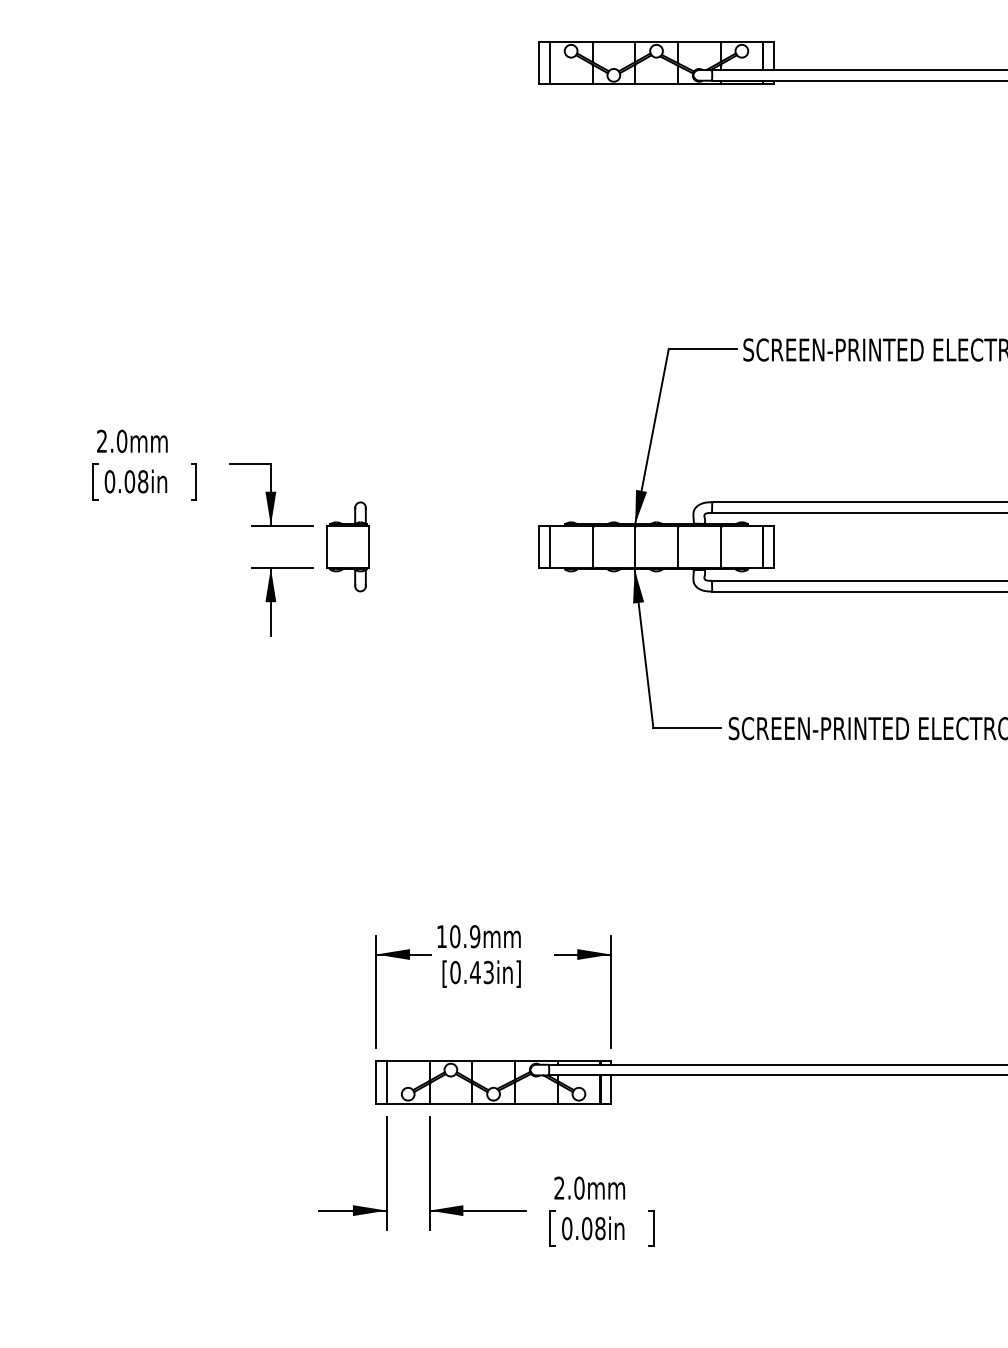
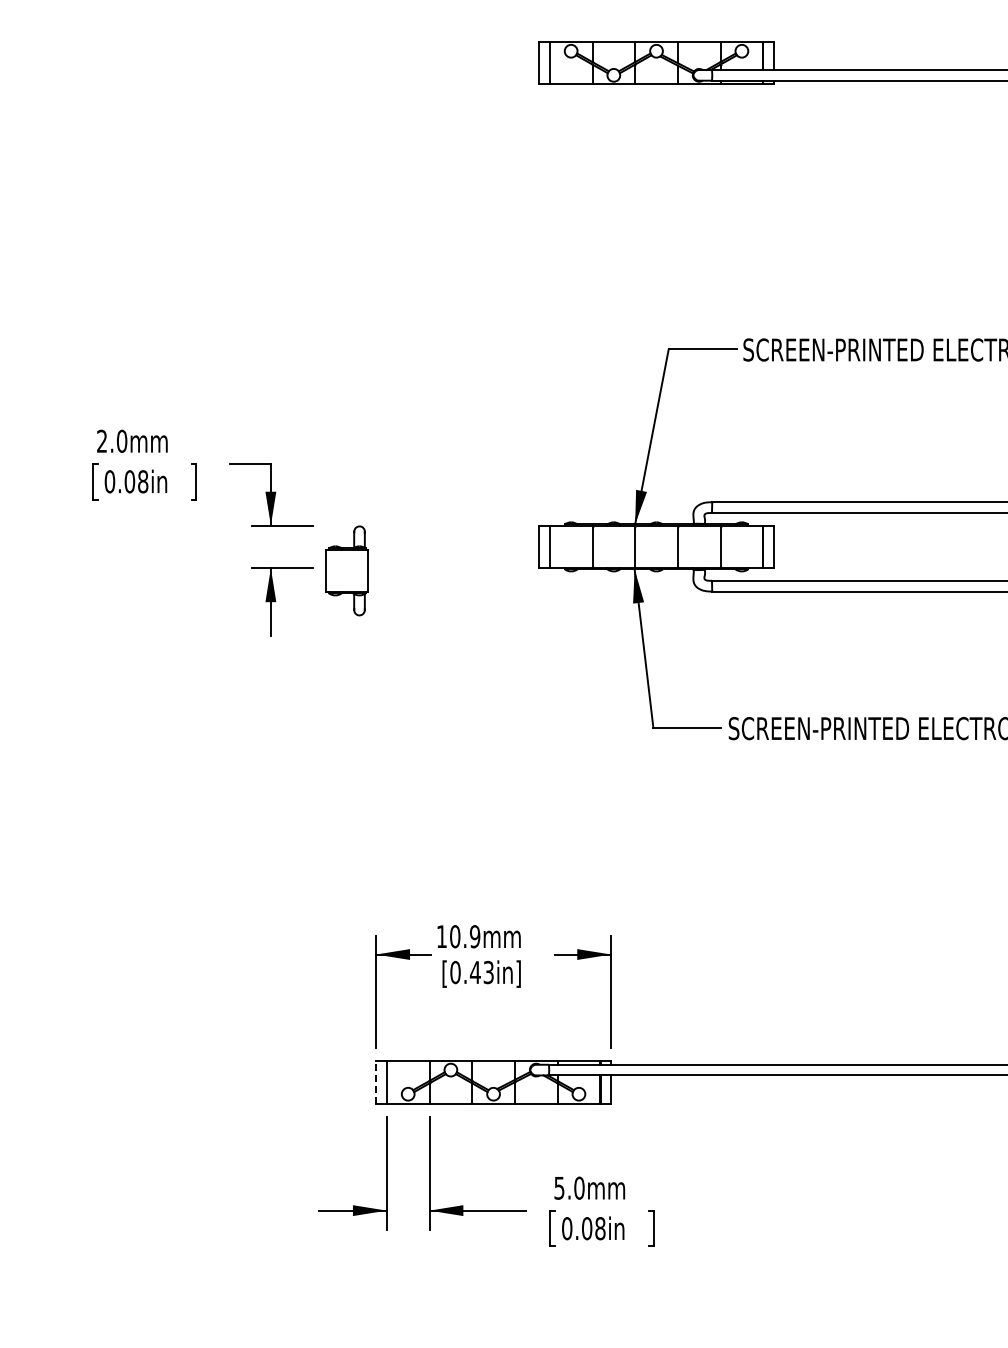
part at (347, 546) position: (347, 546) -> (346, 570)
line at (376, 1082): solid -> dashed
text at (559, 1187): 2.0mm -> 5.0mm
